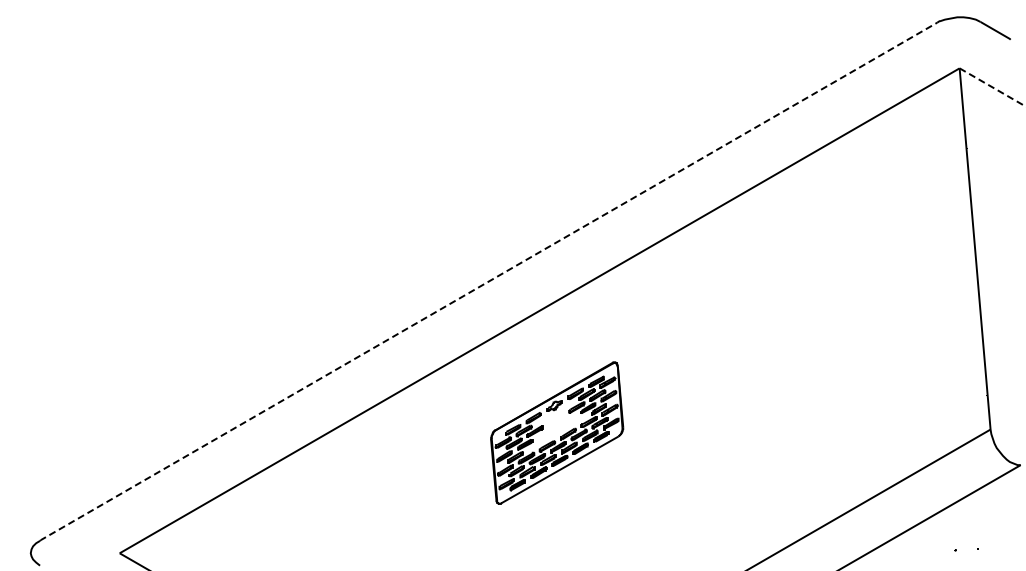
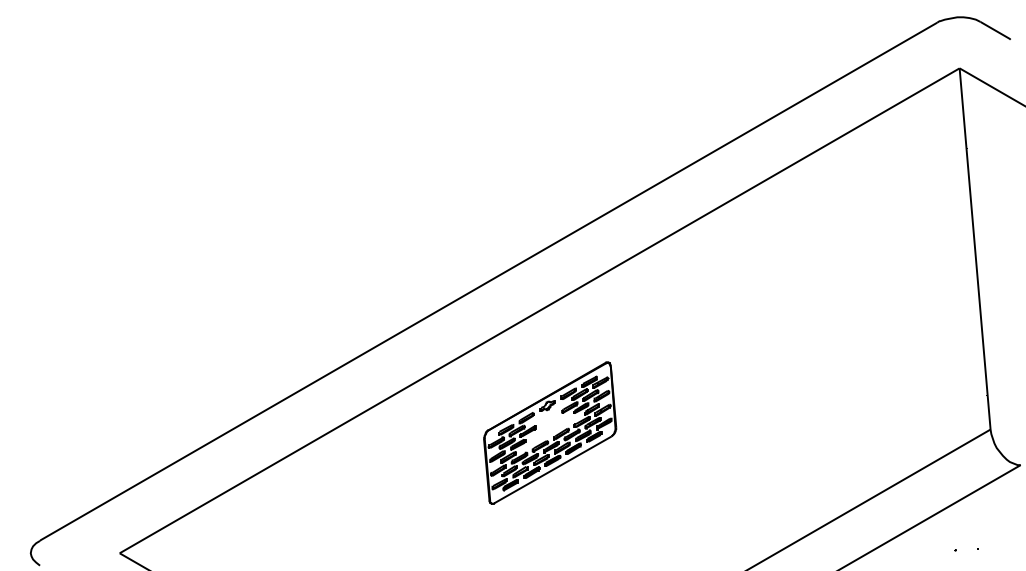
line at (992, 87): dashed -> solid
line at (488, 281): dashed -> solid
part at (557, 432) position: (557, 432) -> (550, 432)
